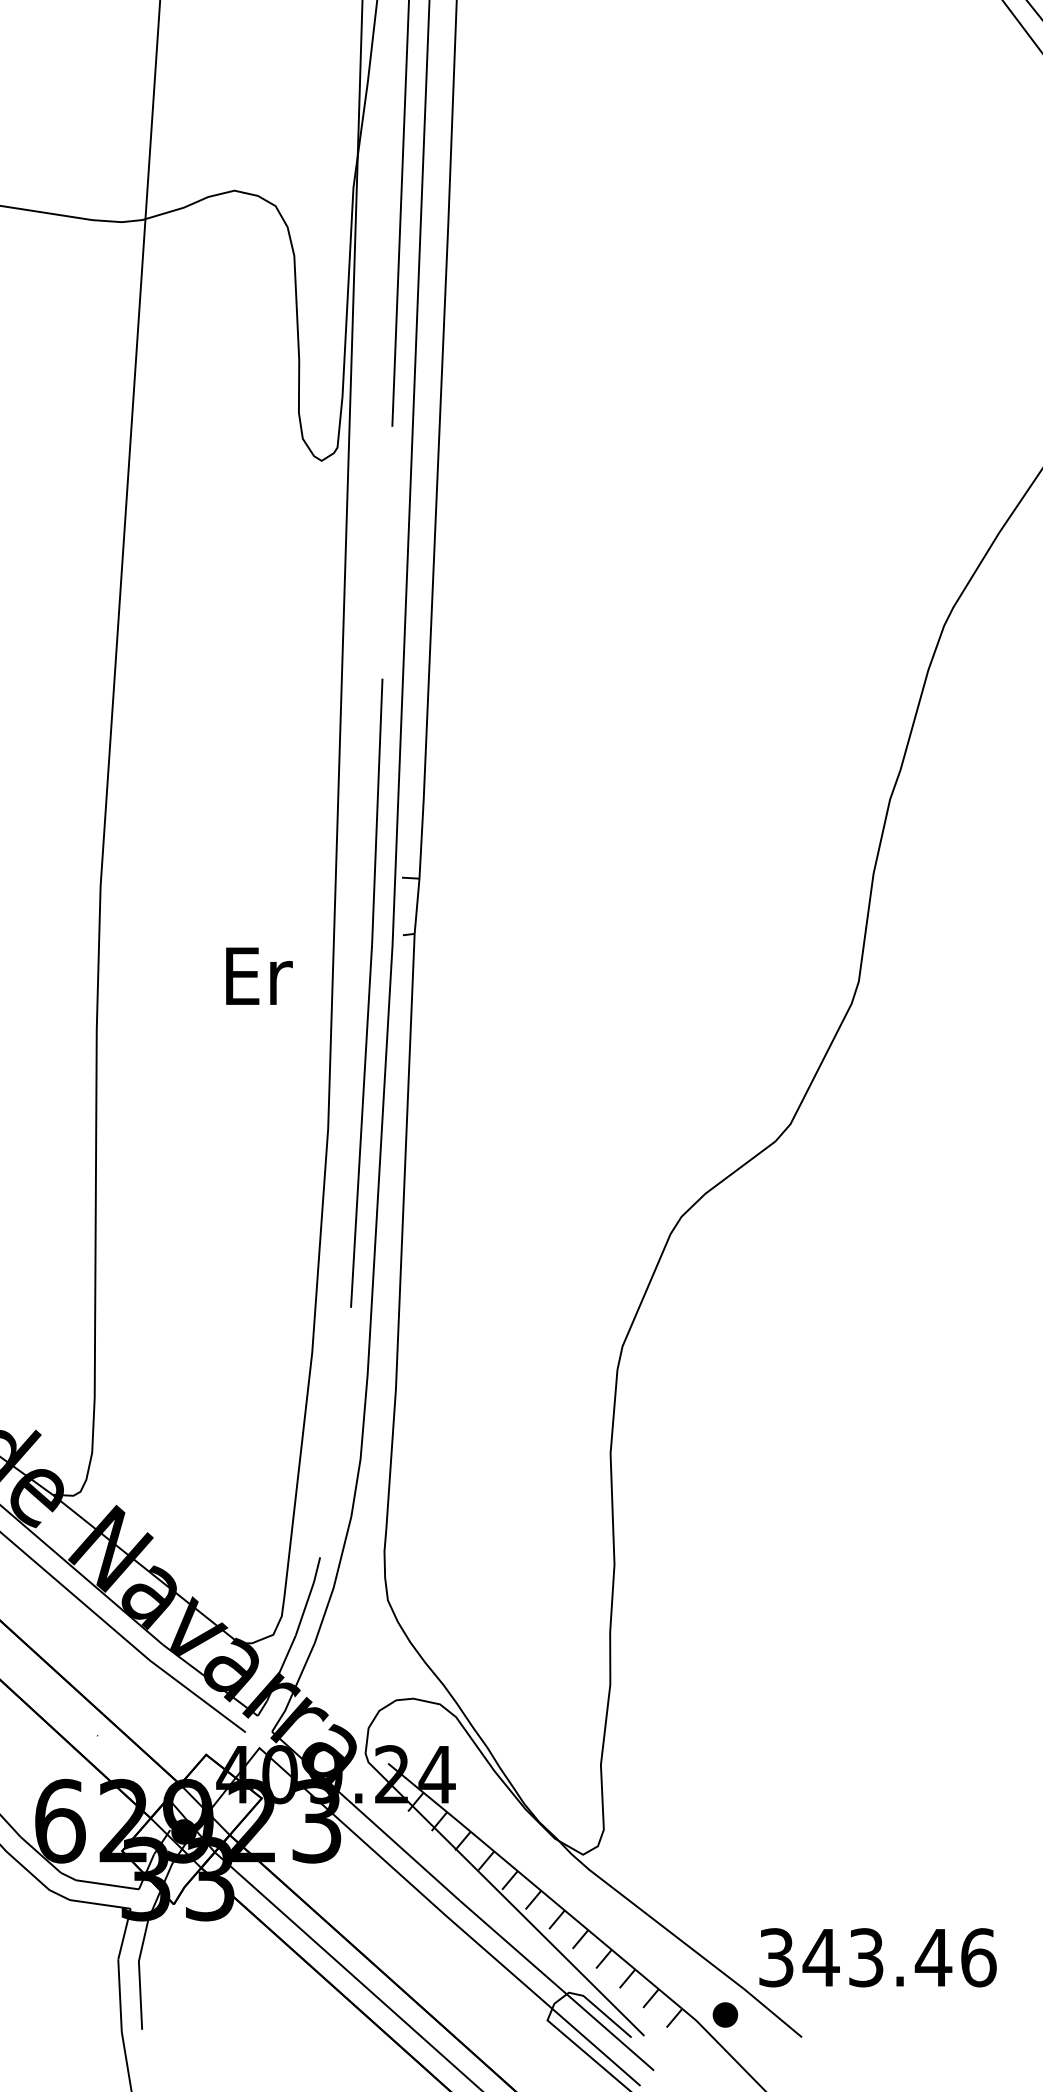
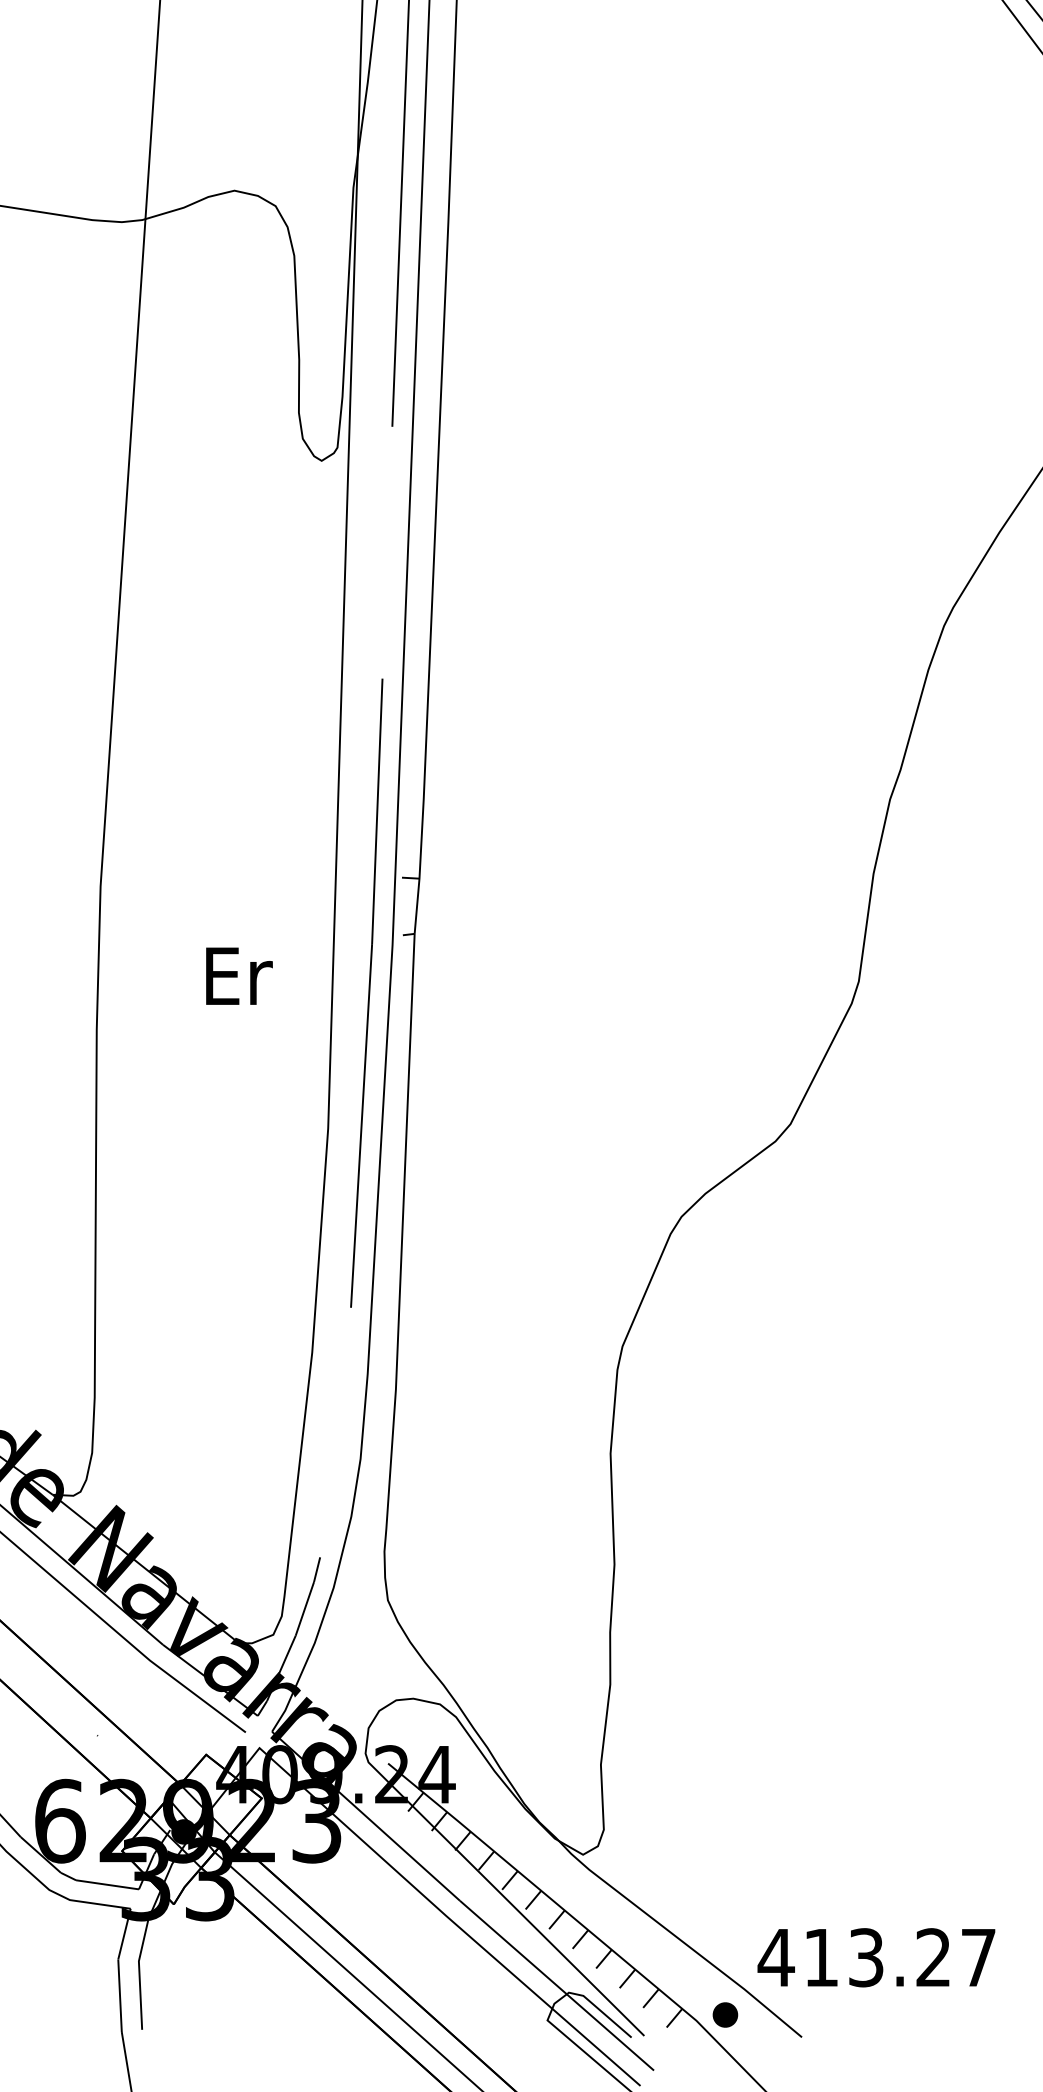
text at (259, 975) position: (259, 975) -> (239, 975)
text at (876, 1957): 343.46 -> 413.27
